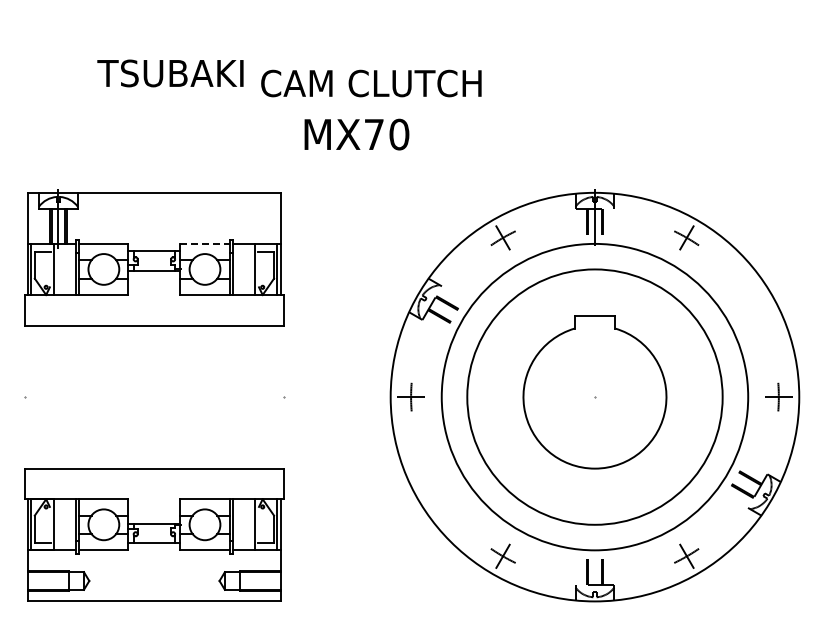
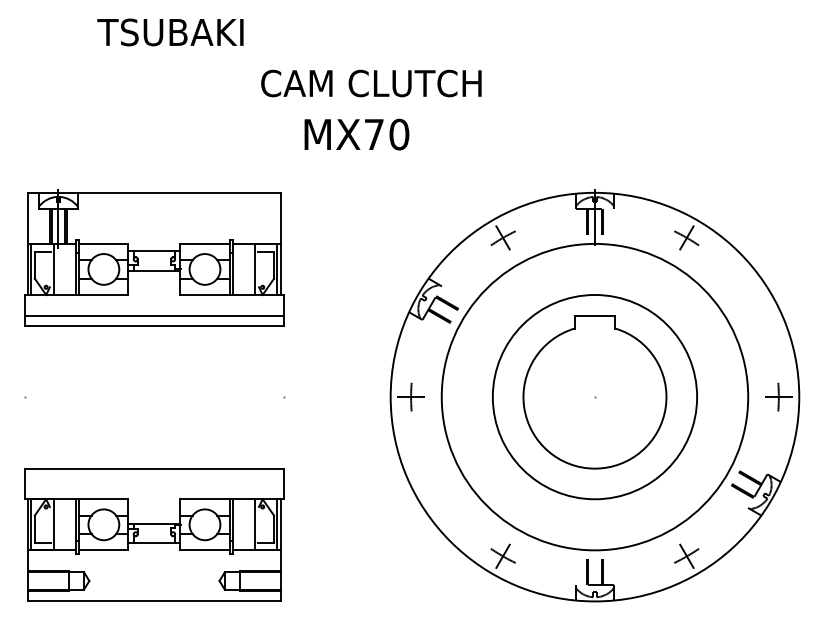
text at (170, 73) position: (170, 73) -> (170, 32)
line at (205, 243): dashed -> solid
line at (154, 315): none -> present
circle at (594, 396) diameter: 255 px -> 204 px
